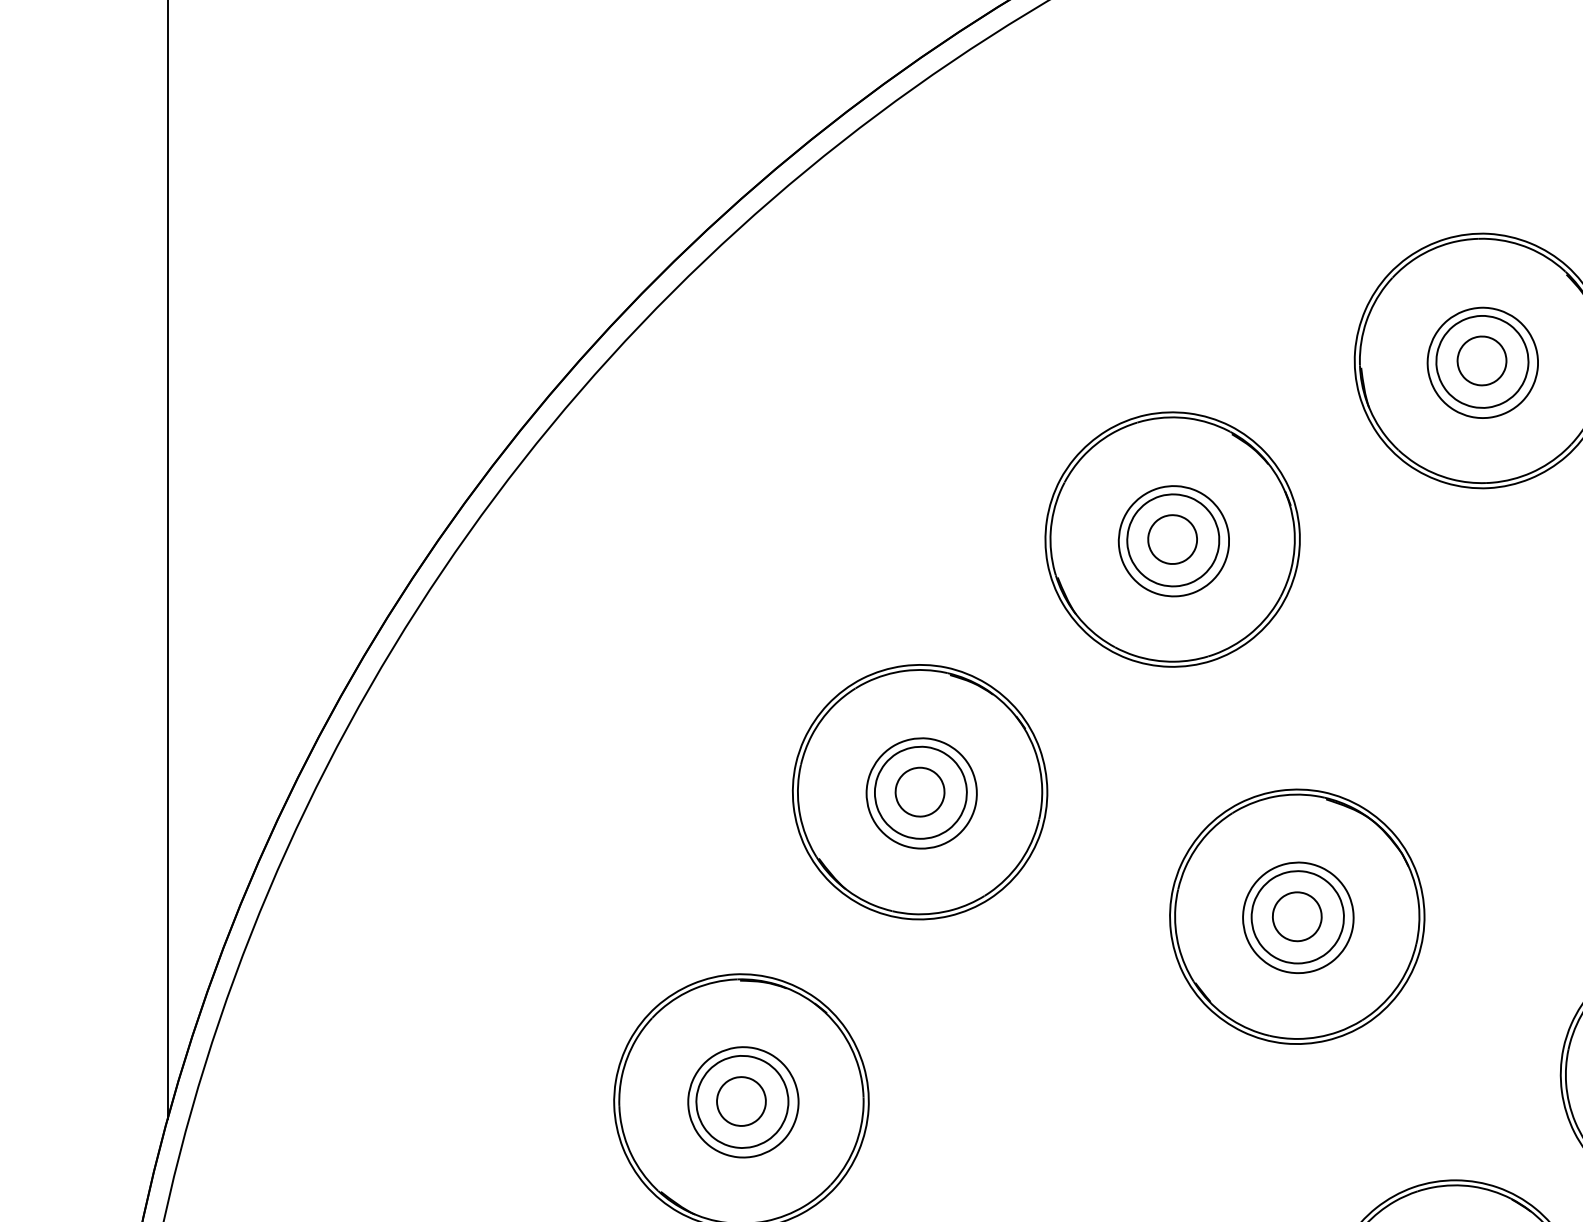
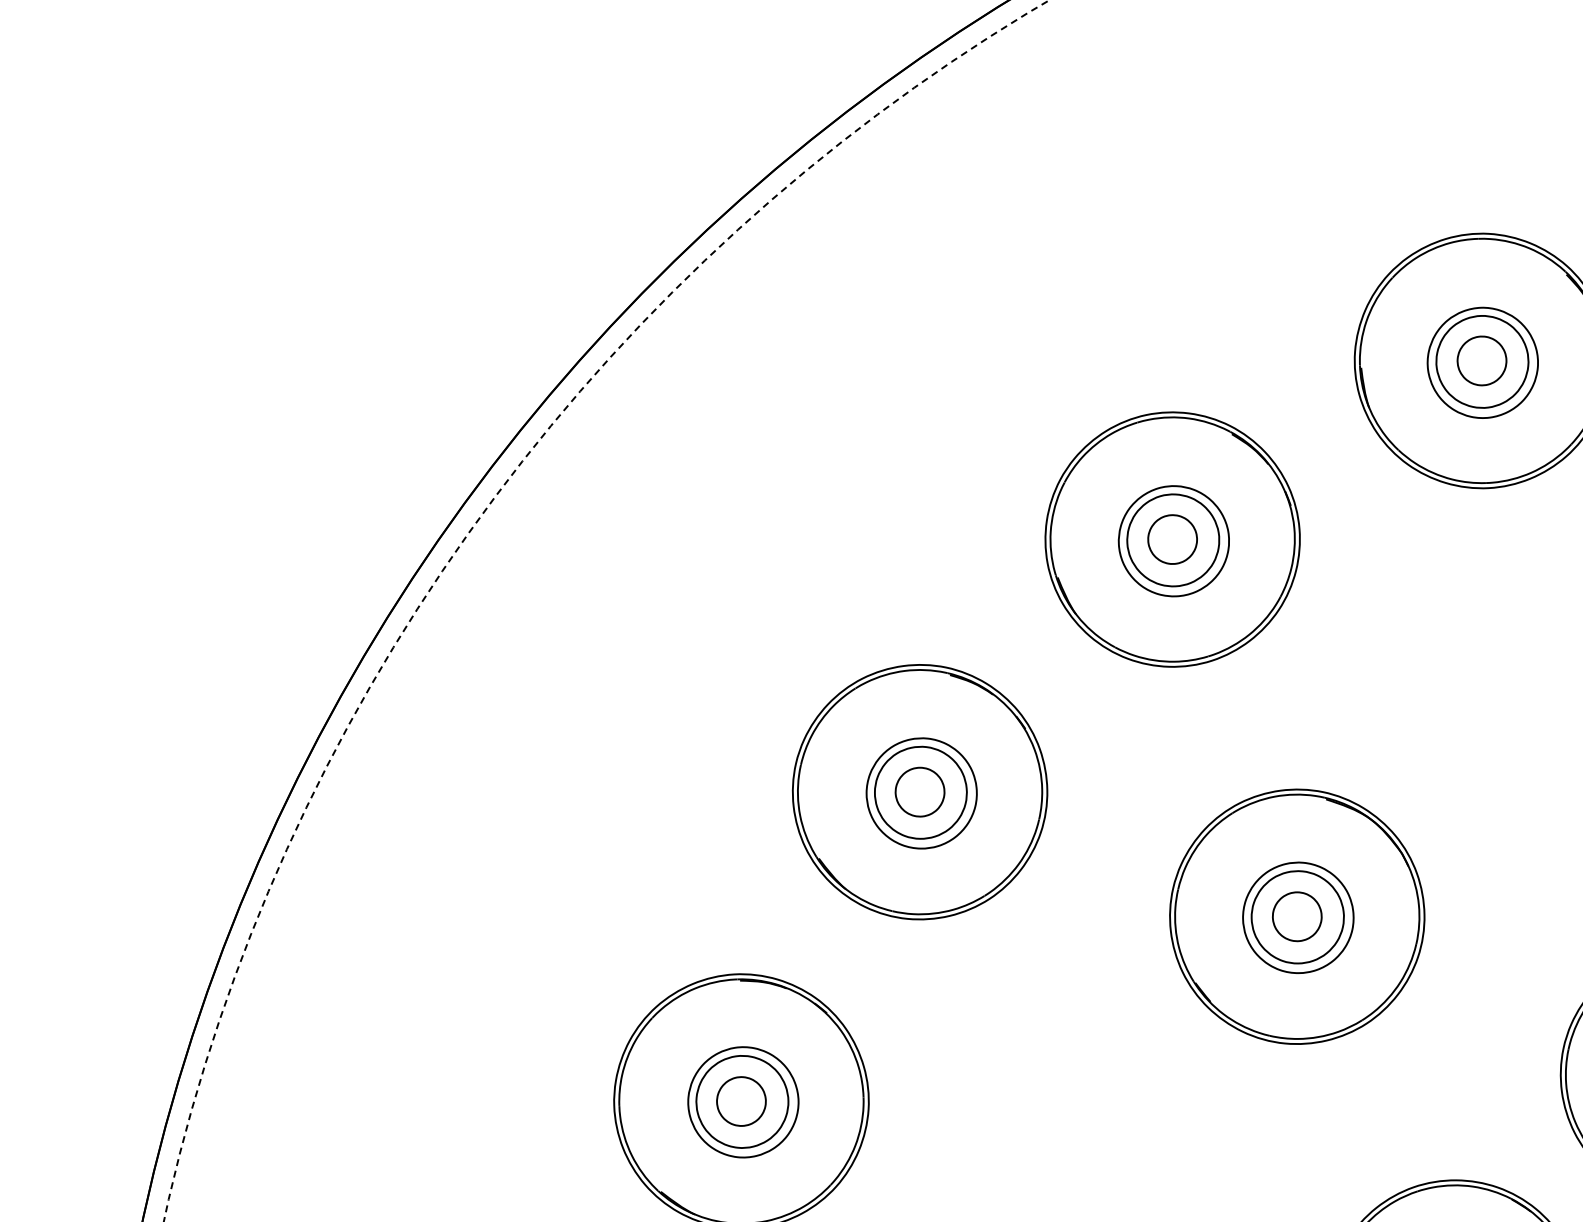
line at (168, 560): present -> none
circle at (606, 610): solid -> dashed
